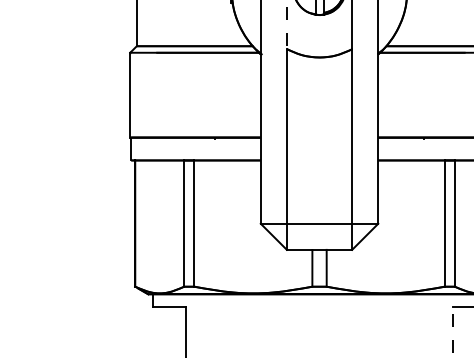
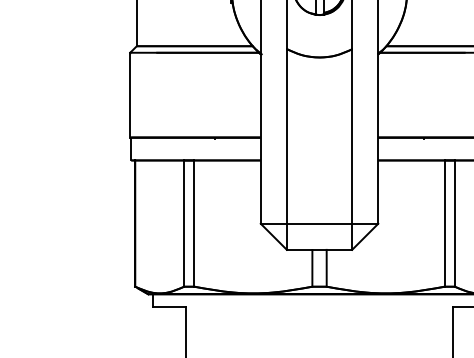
line at (286, 25): dashed -> solid
line at (453, 332): dashed -> solid
